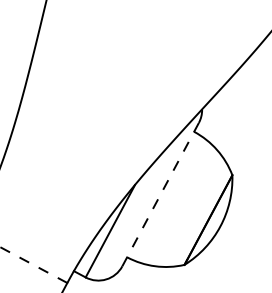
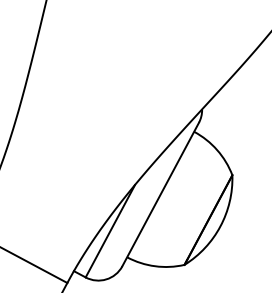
line at (160, 195): dashed -> solid
line at (34, 265): dashed -> solid
